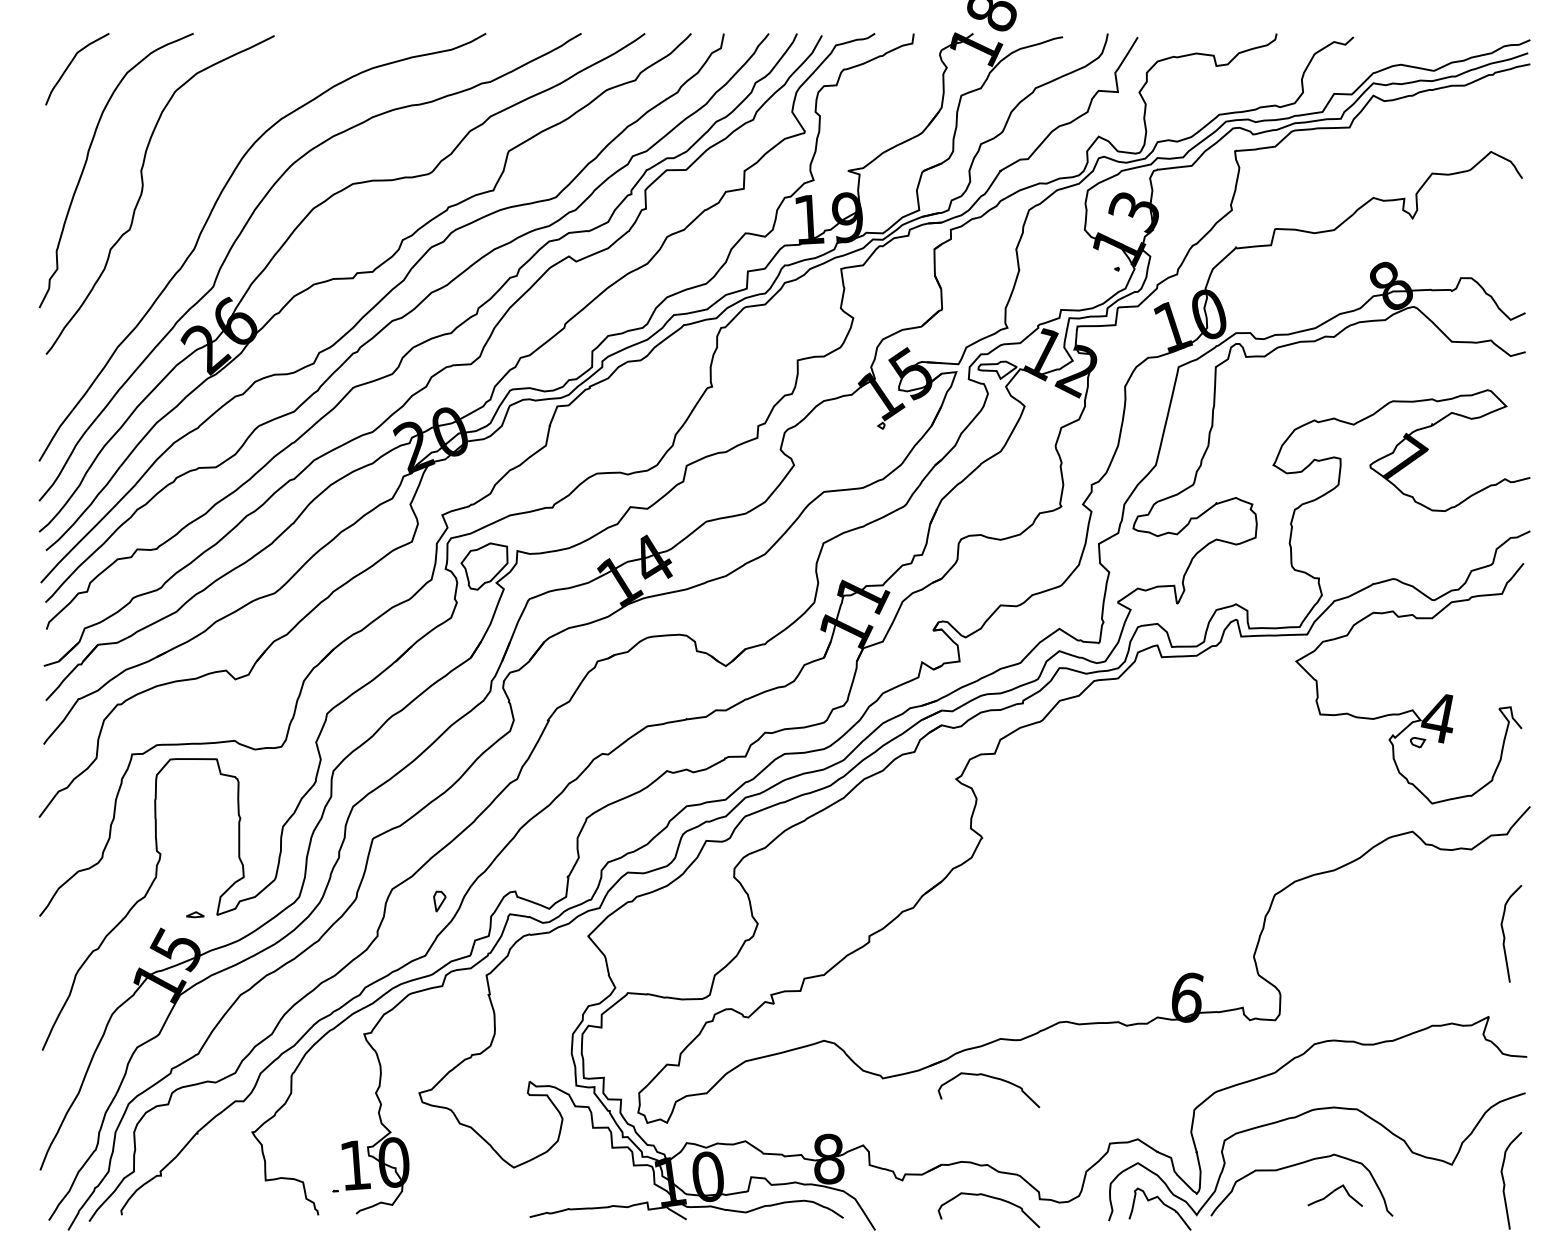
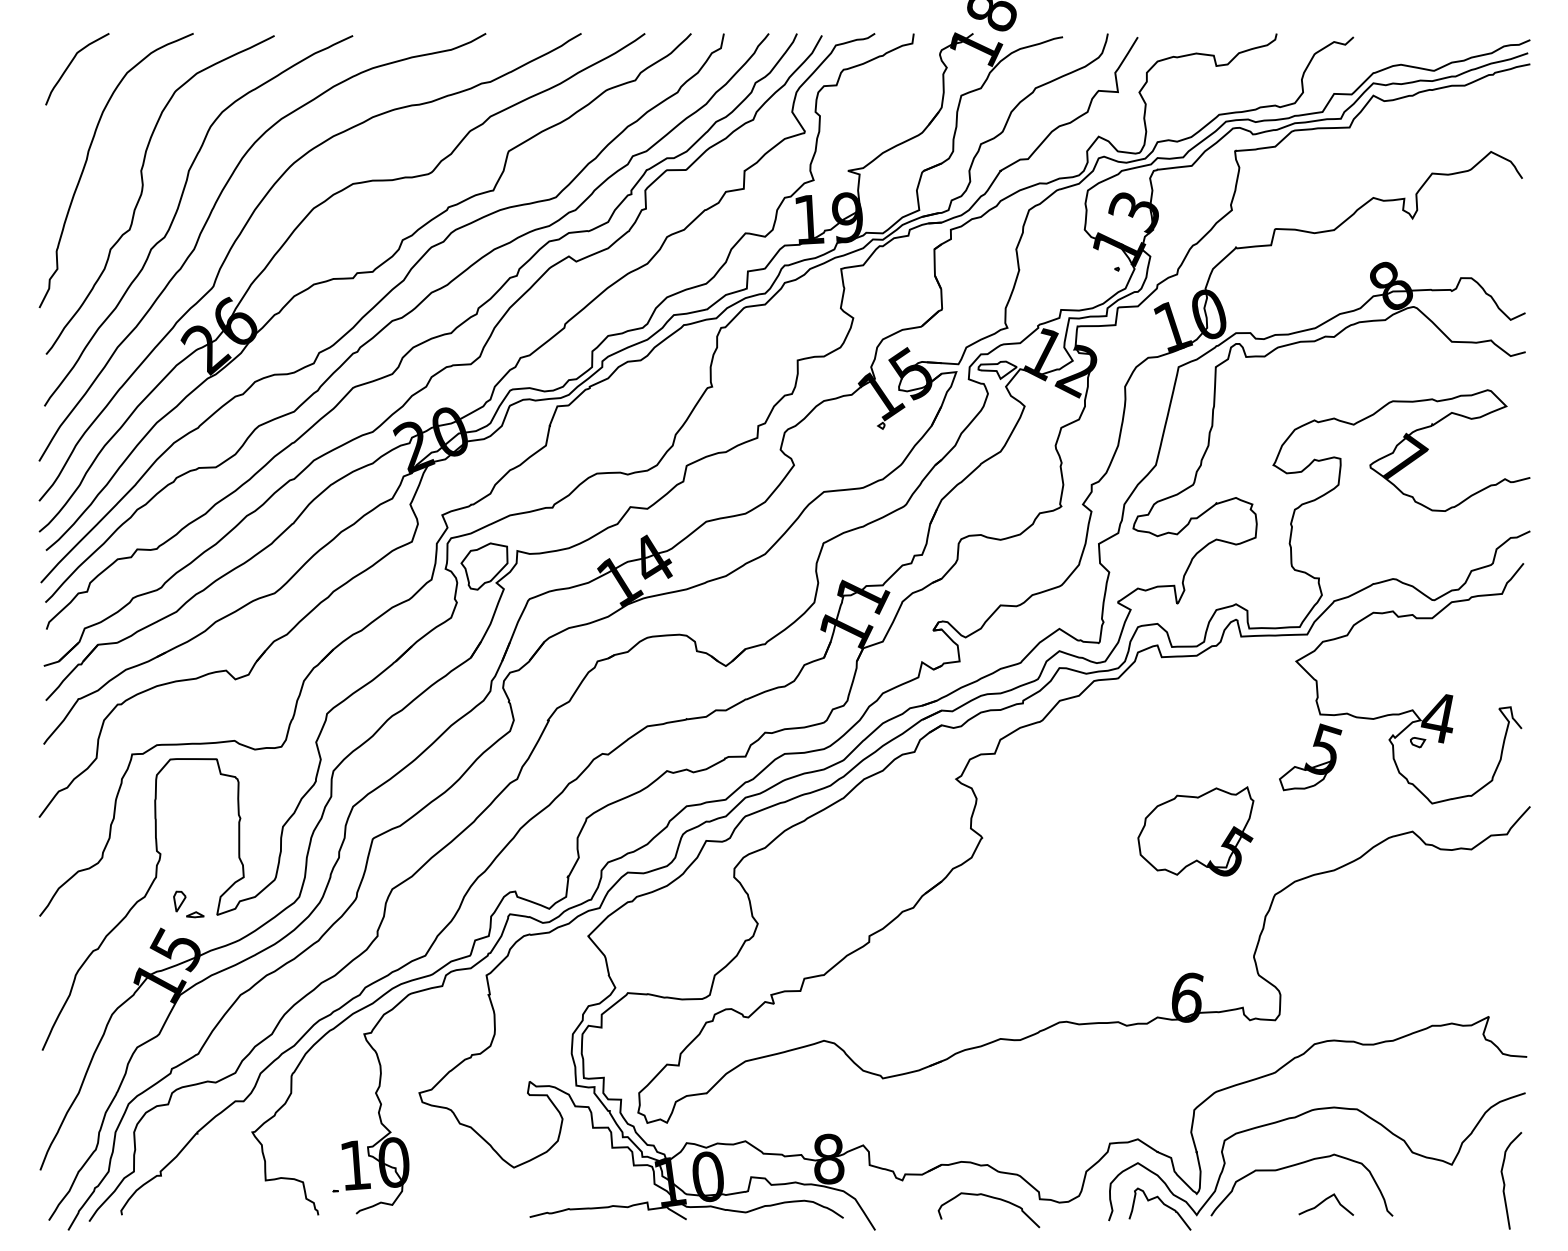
curve at (178, 210): none -> present
part at (1306, 762): none -> present
part at (1195, 831): none -> present
part at (439, 901) position: (439, 901) -> (179, 901)
curve at (1505, 936): present -> none
curve at (992, 1078): present -> none
curve at (1333, 1192) position: (1333, 1192) -> (1324, 1201)
